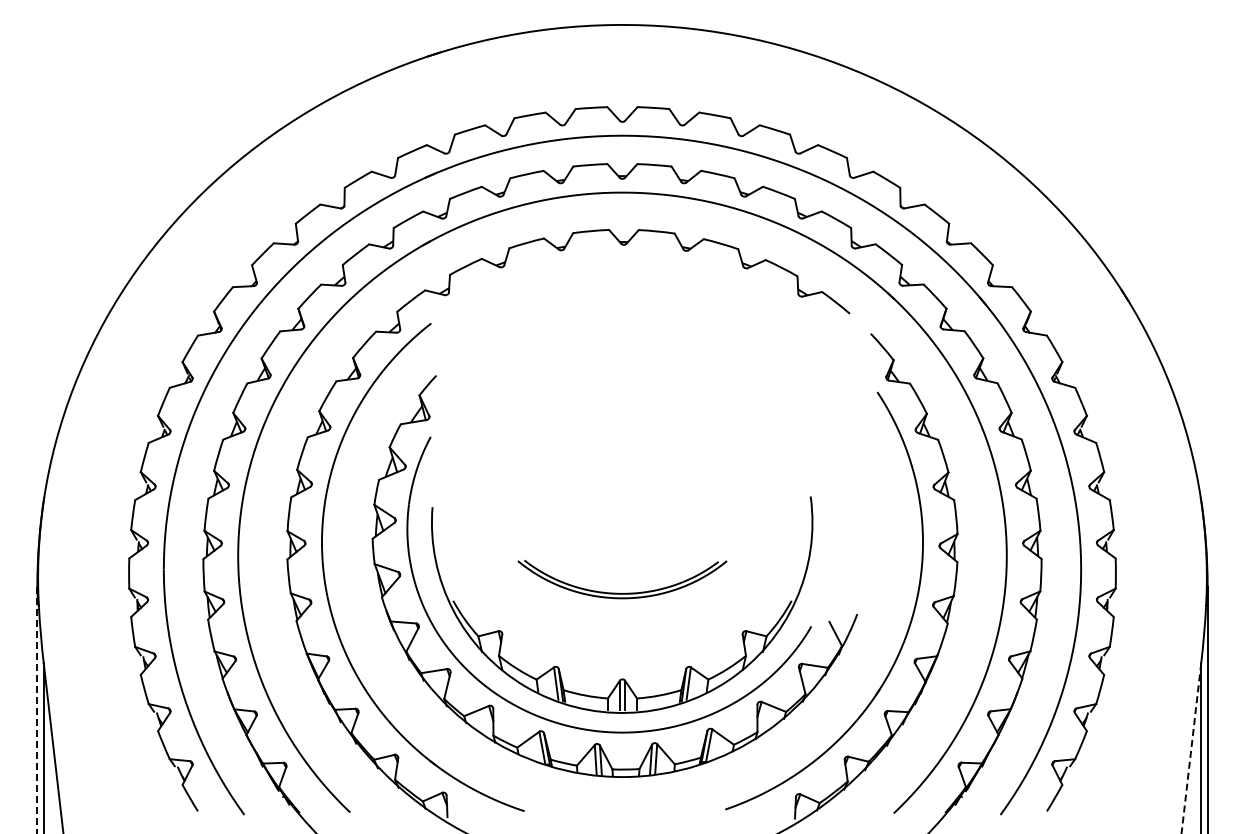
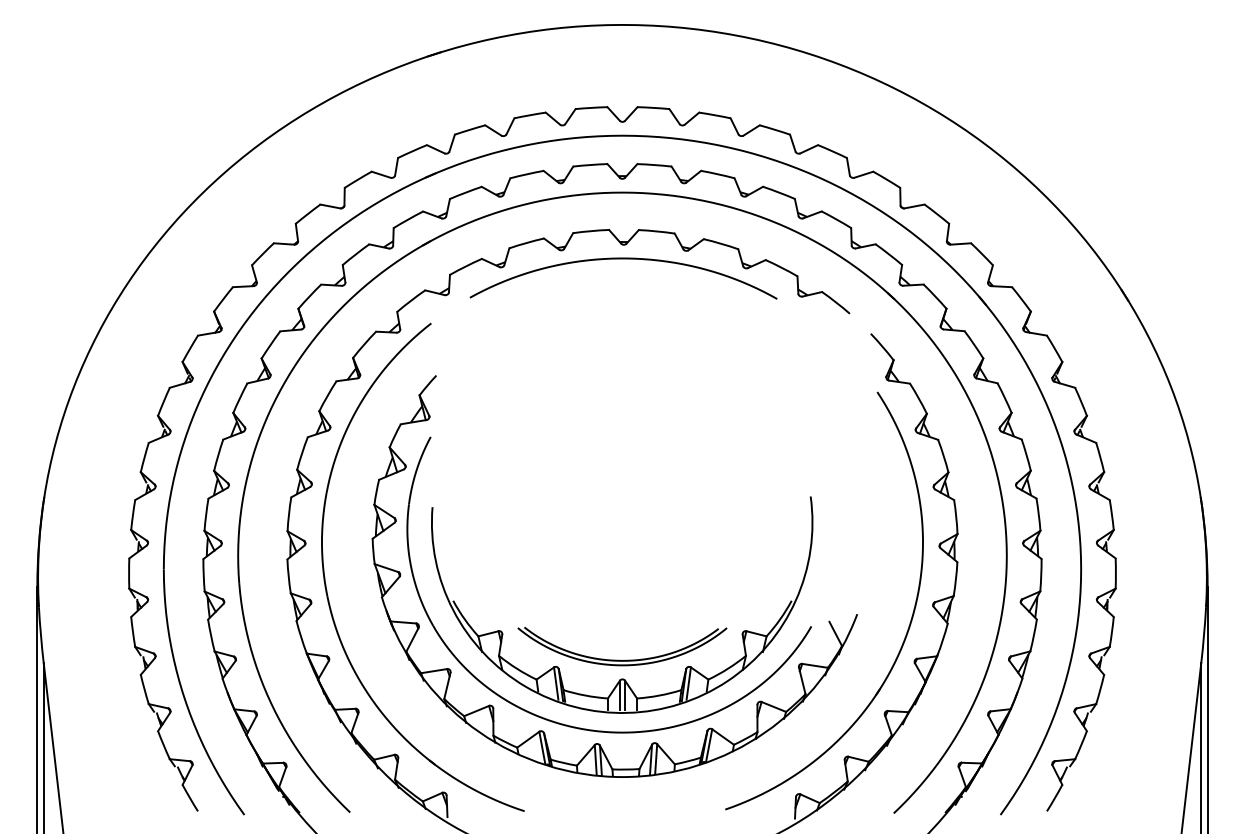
curve at (623, 259): none -> present
part at (625, 592) position: (625, 592) -> (625, 659)
line at (37, 711): dashed -> solid
line at (1191, 748): dashed -> solid
